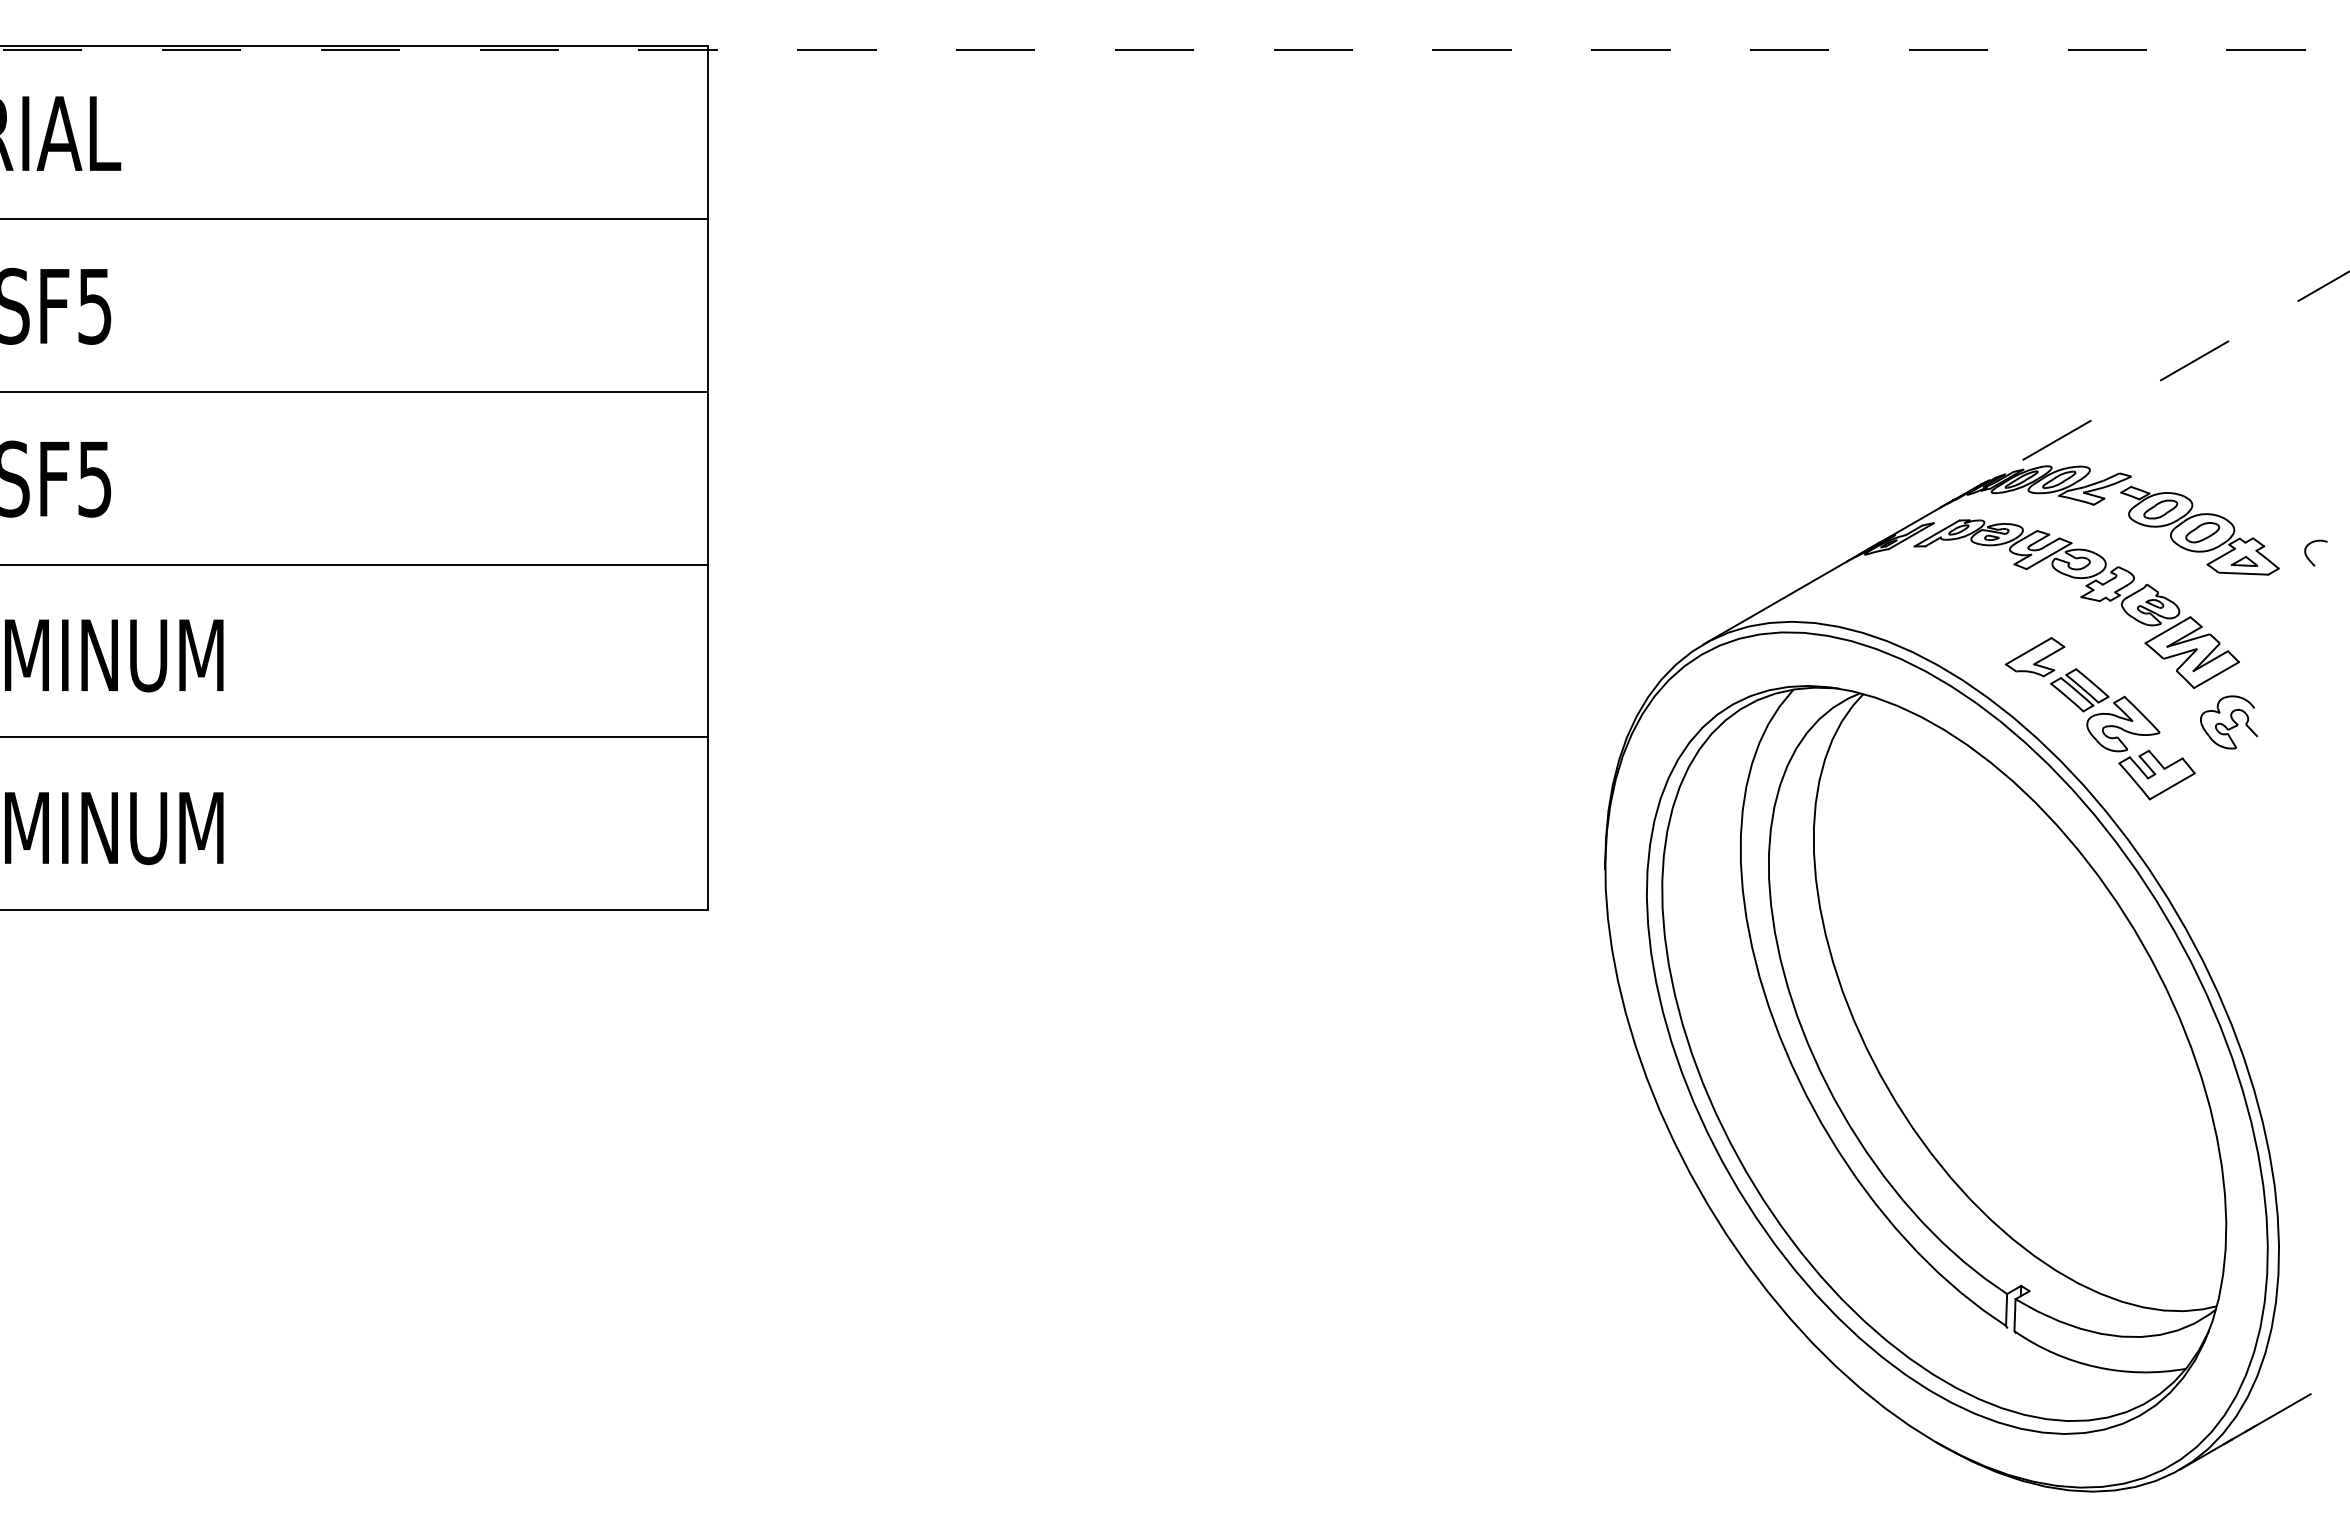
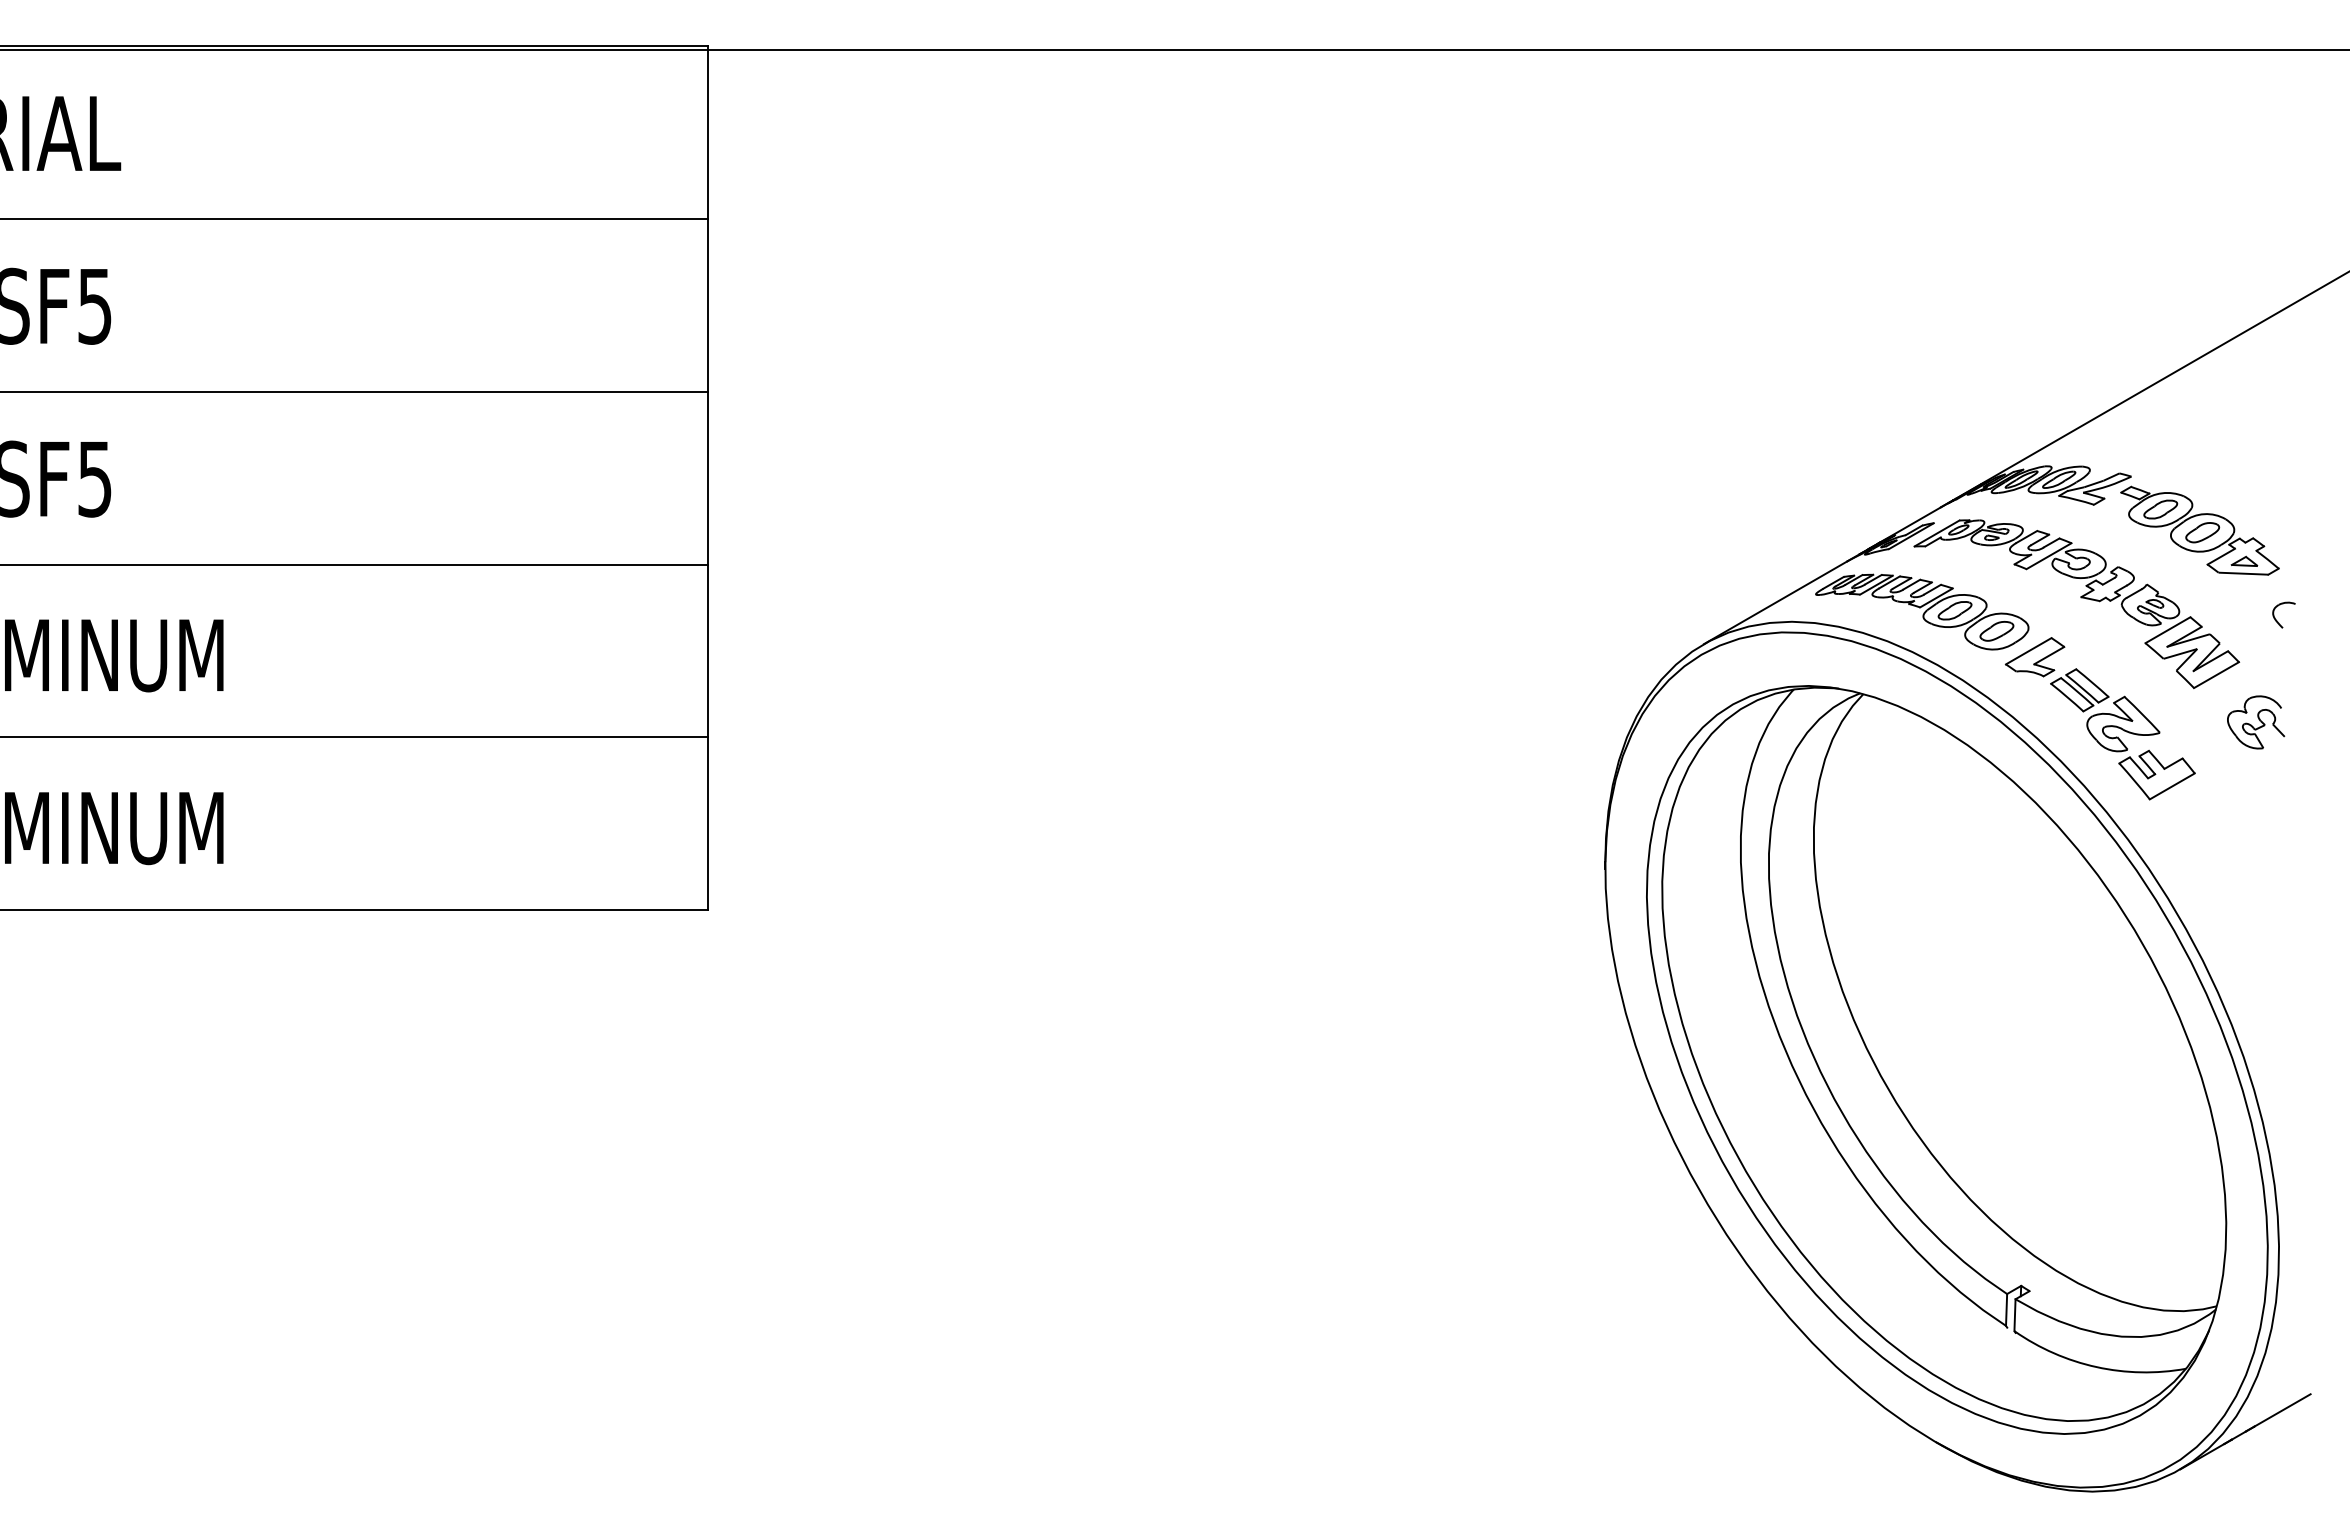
line at (1176, 50): dashed -> solid
line at (2152, 384): dashed -> solid
part at (2309, 558) position: (2309, 558) -> (2277, 620)
part at (1922, 611): none -> present
part at (2229, 722) position: (2229, 722) -> (2256, 722)
